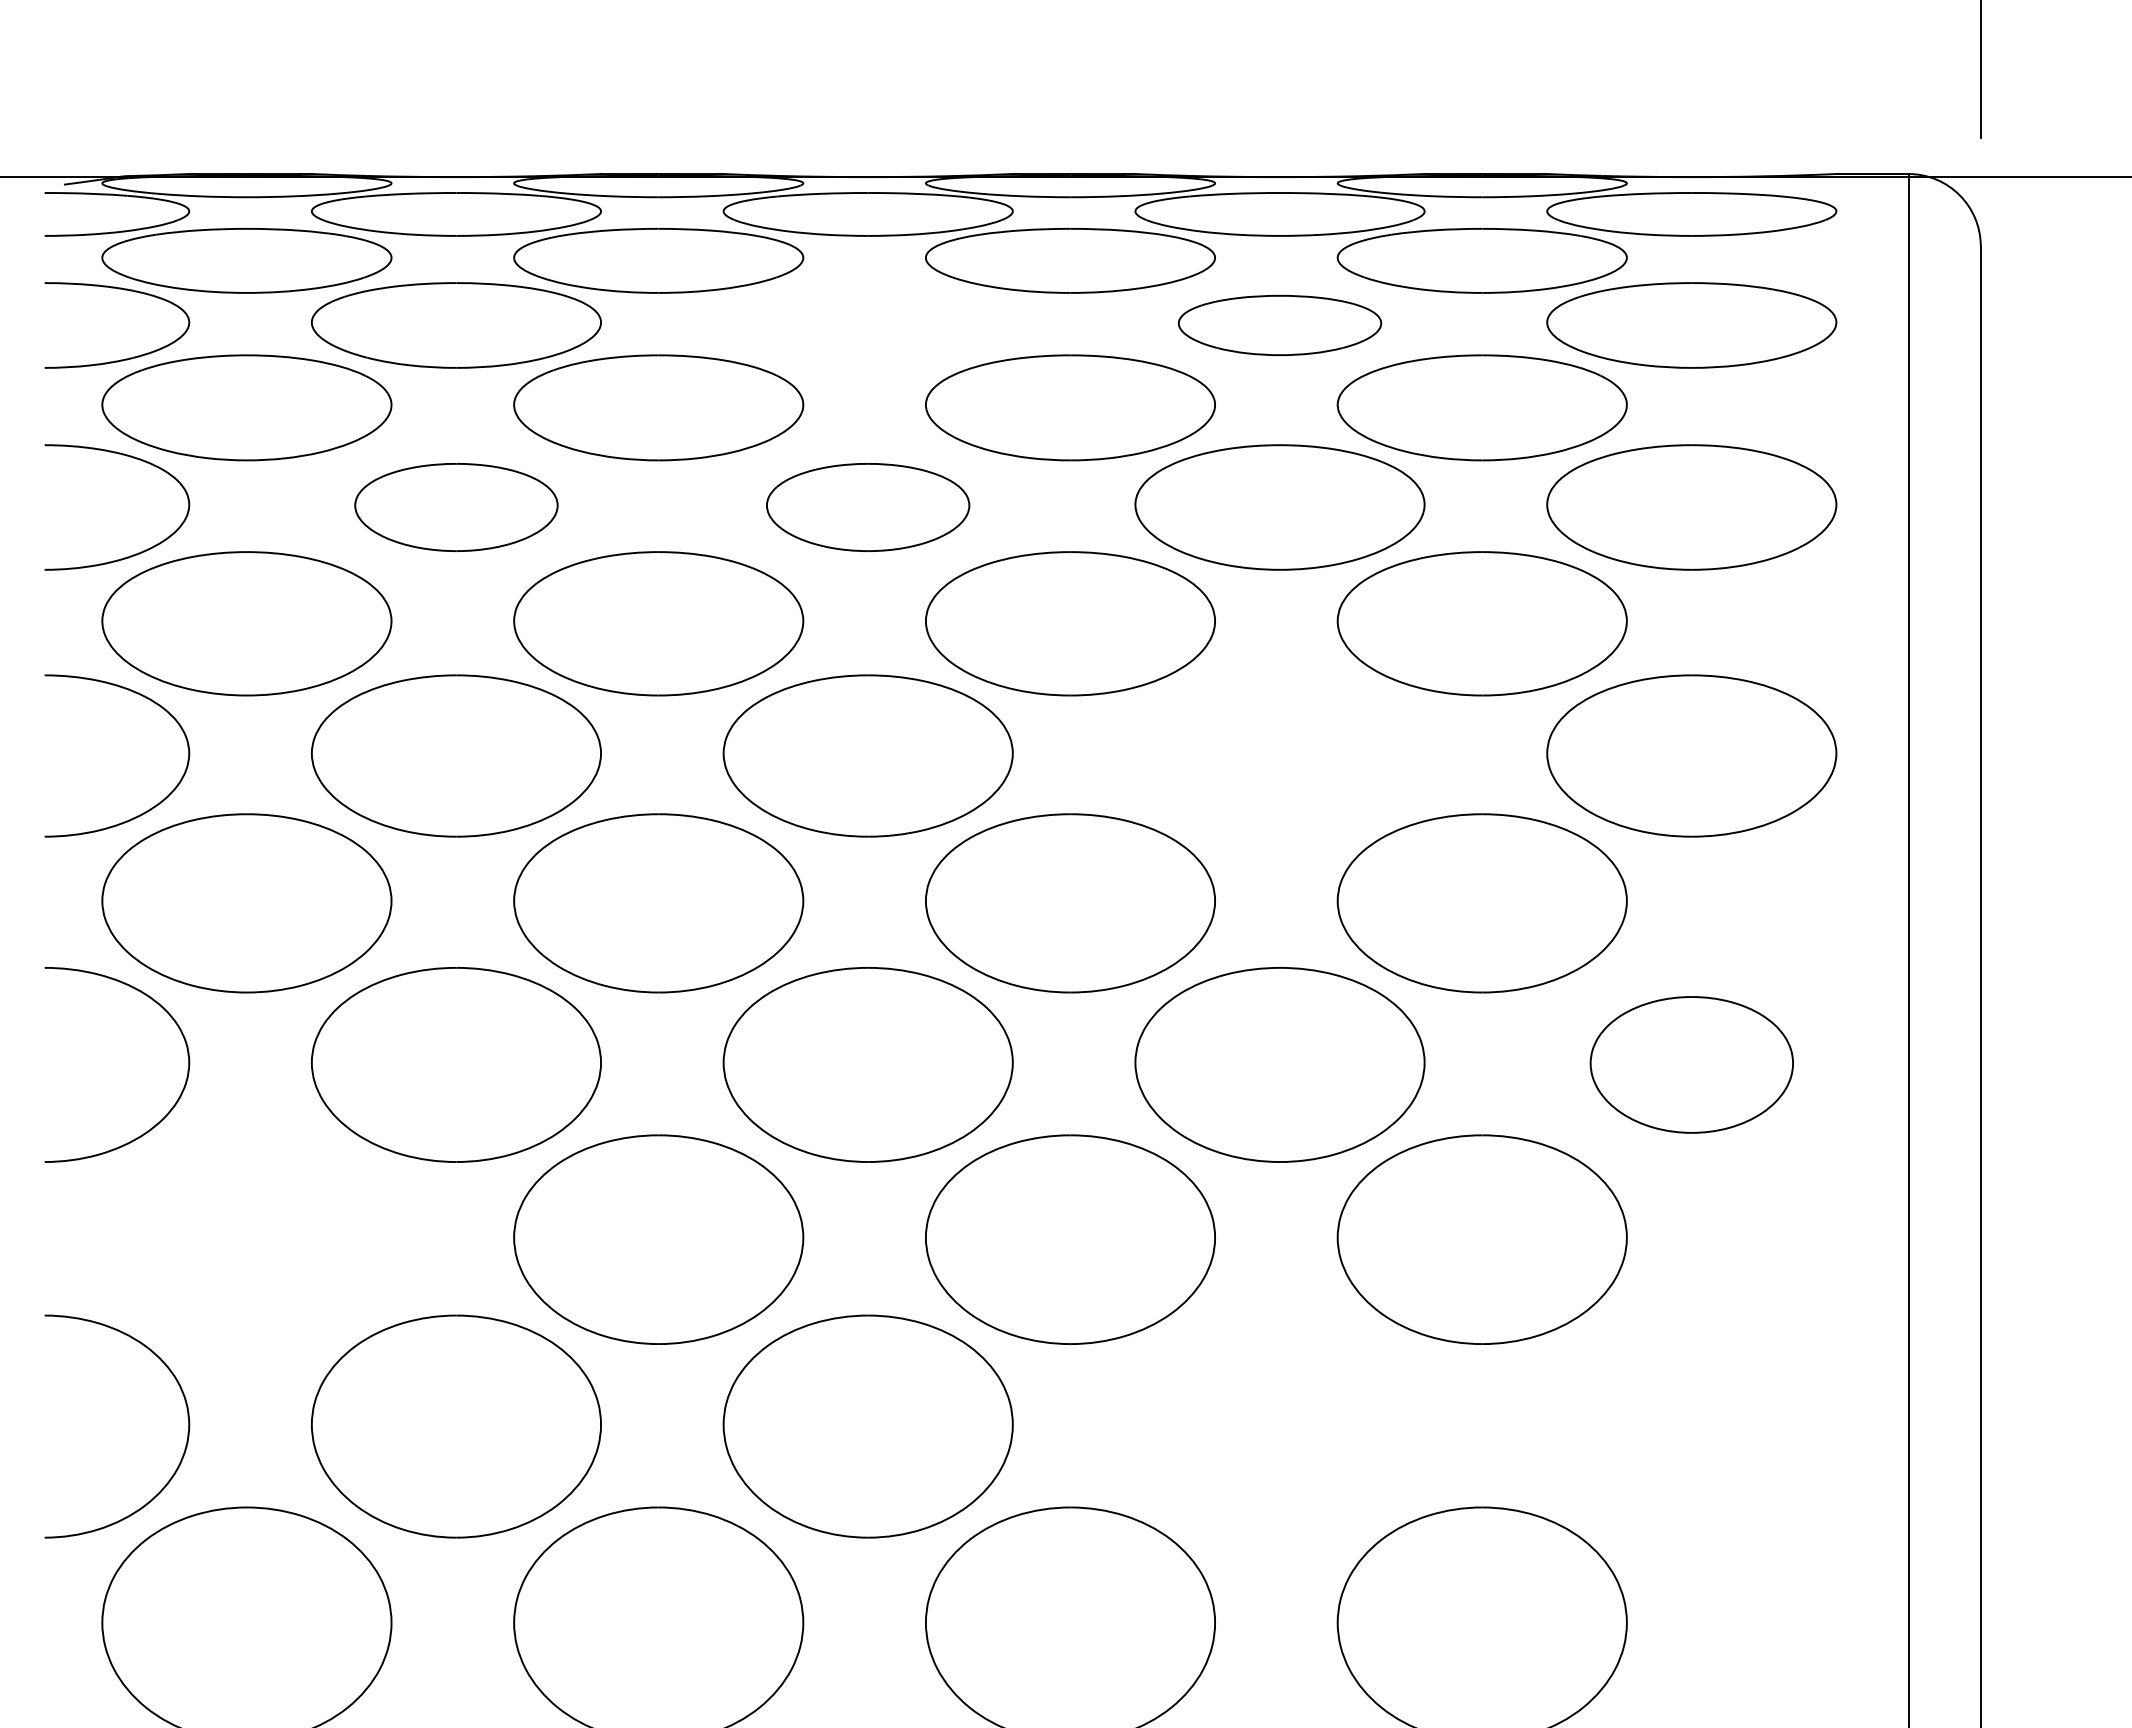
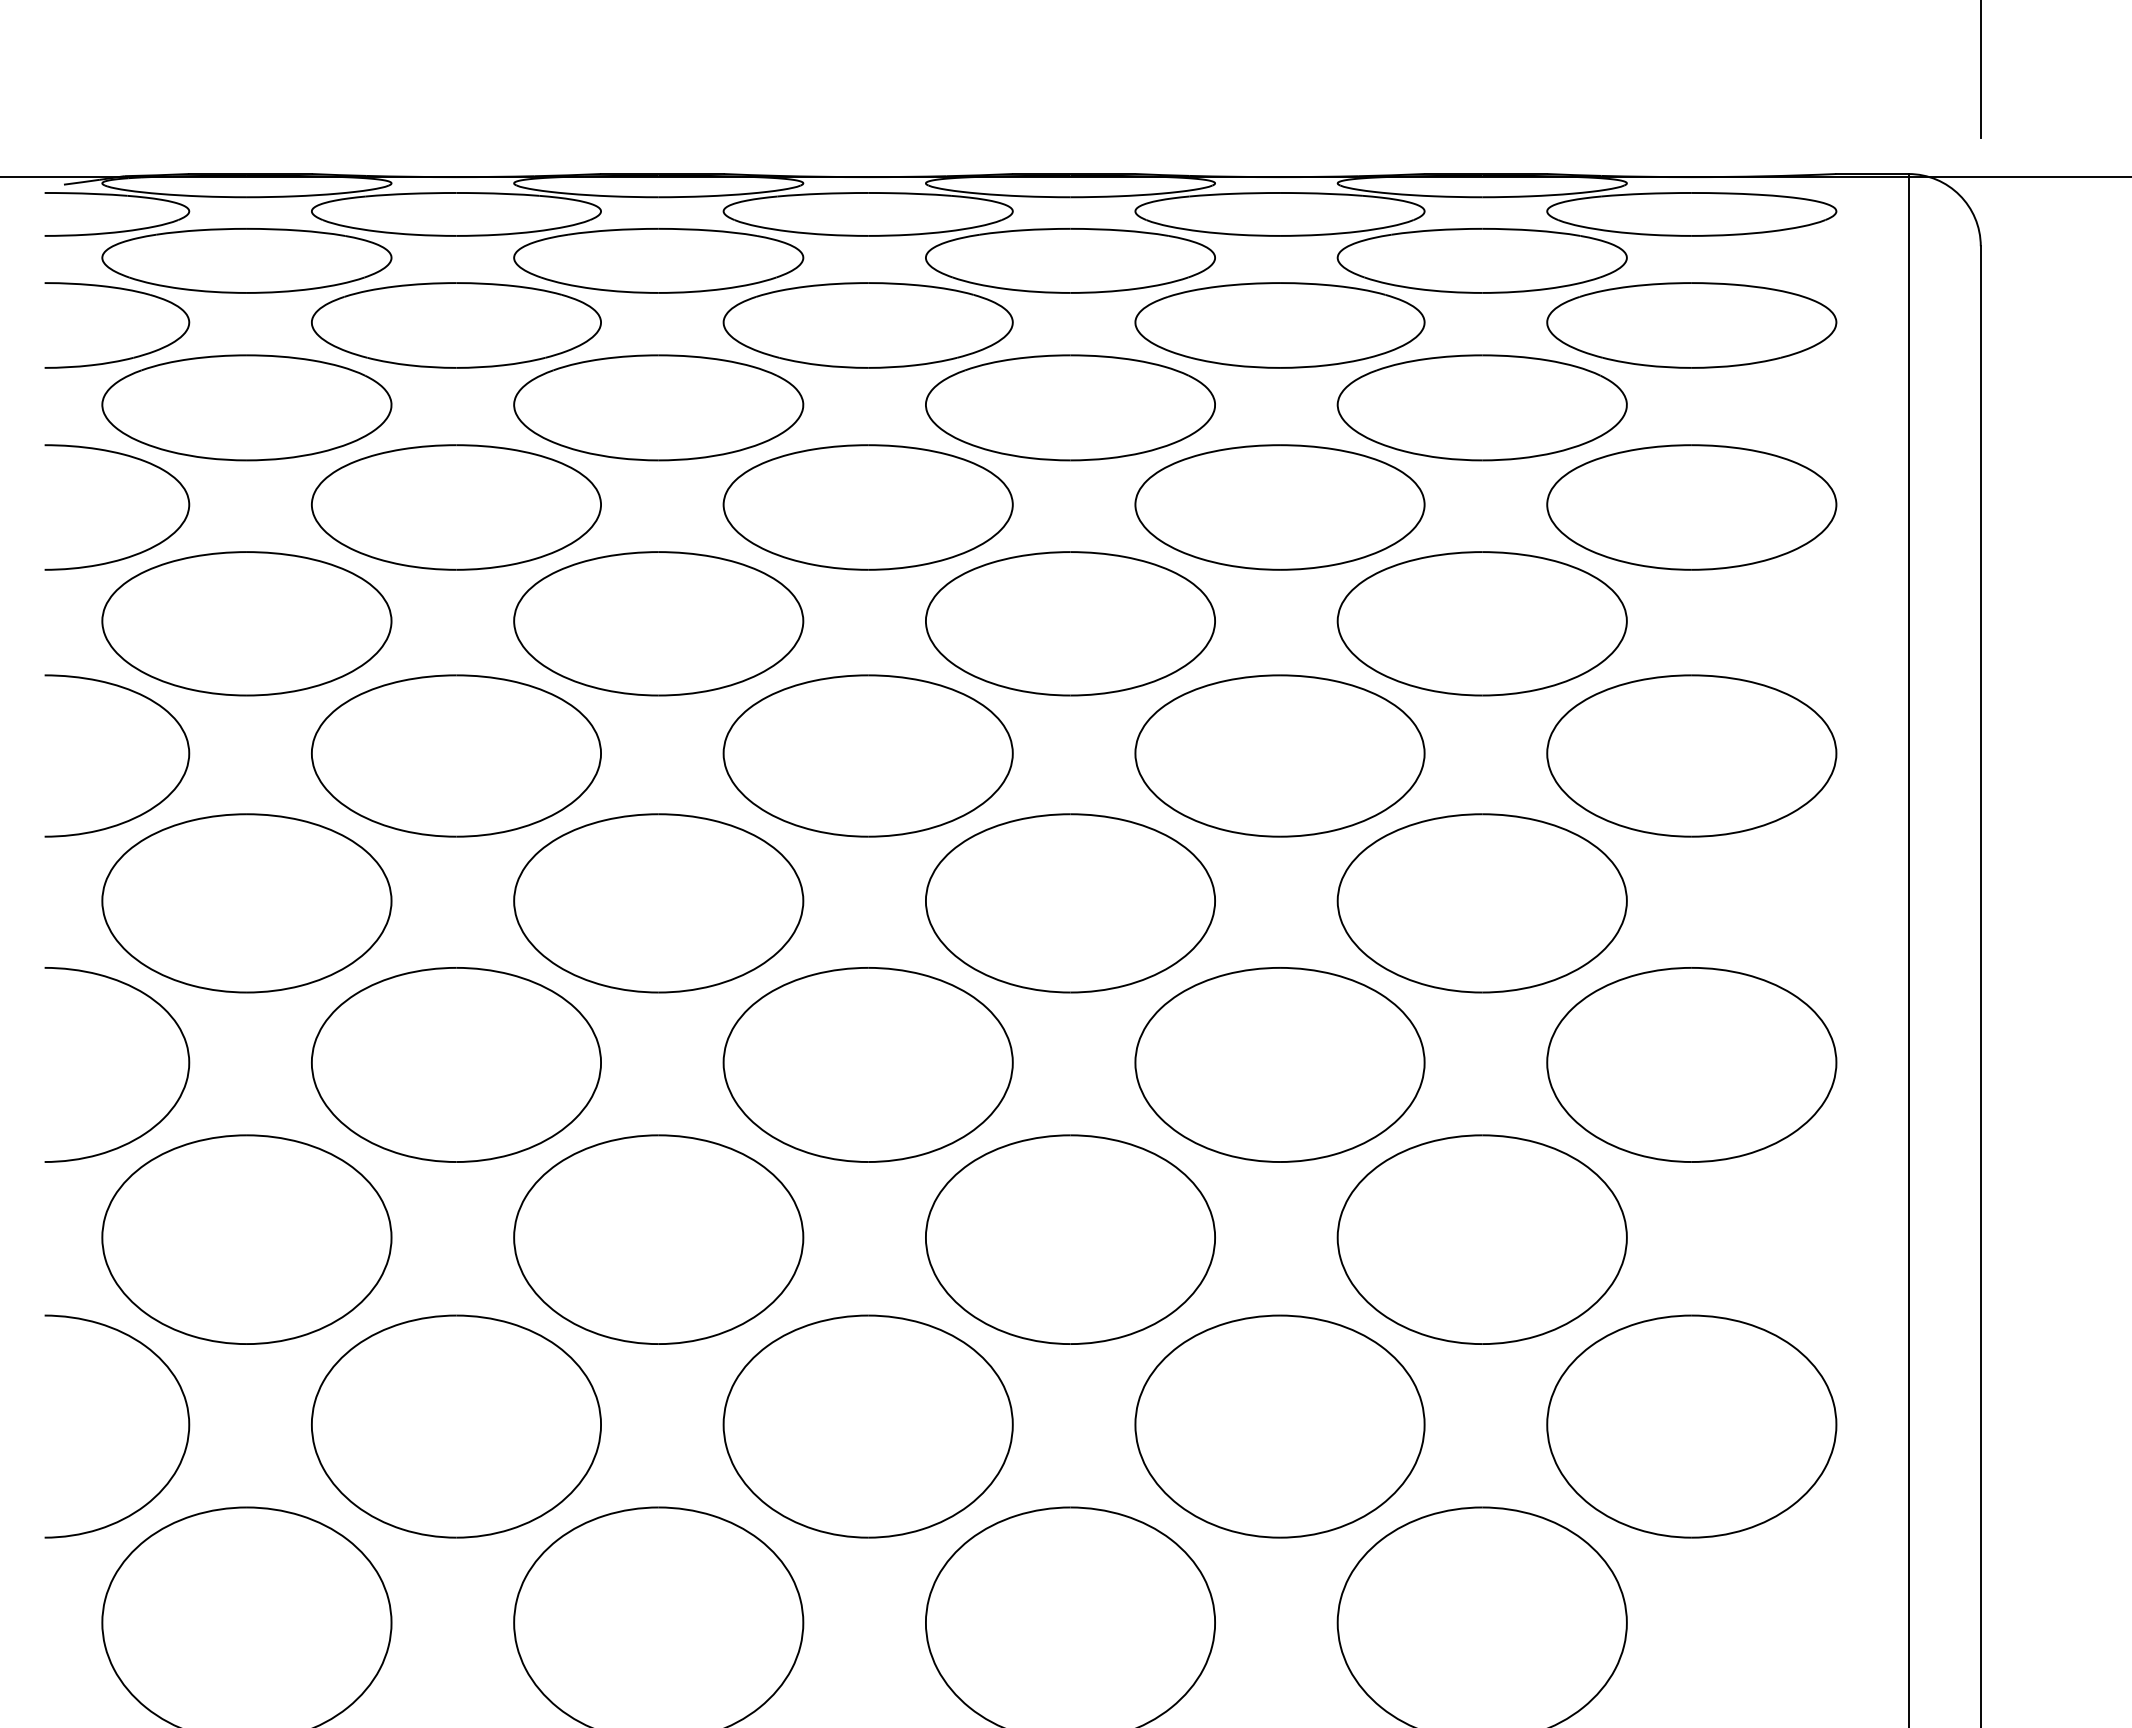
part at (867, 325): none -> present
part at (1279, 325) size: 206x63 px -> 292x87 px
part at (456, 507) size: 205x89 px -> 291x127 px
part at (868, 507) size: 205x89 px -> 292x127 px
part at (1279, 755): none -> present
part at (1691, 1064) size: 205x138 px -> 292x196 px
part at (246, 1239): none -> present
part at (1279, 1426): none -> present
part at (1691, 1426): none -> present
